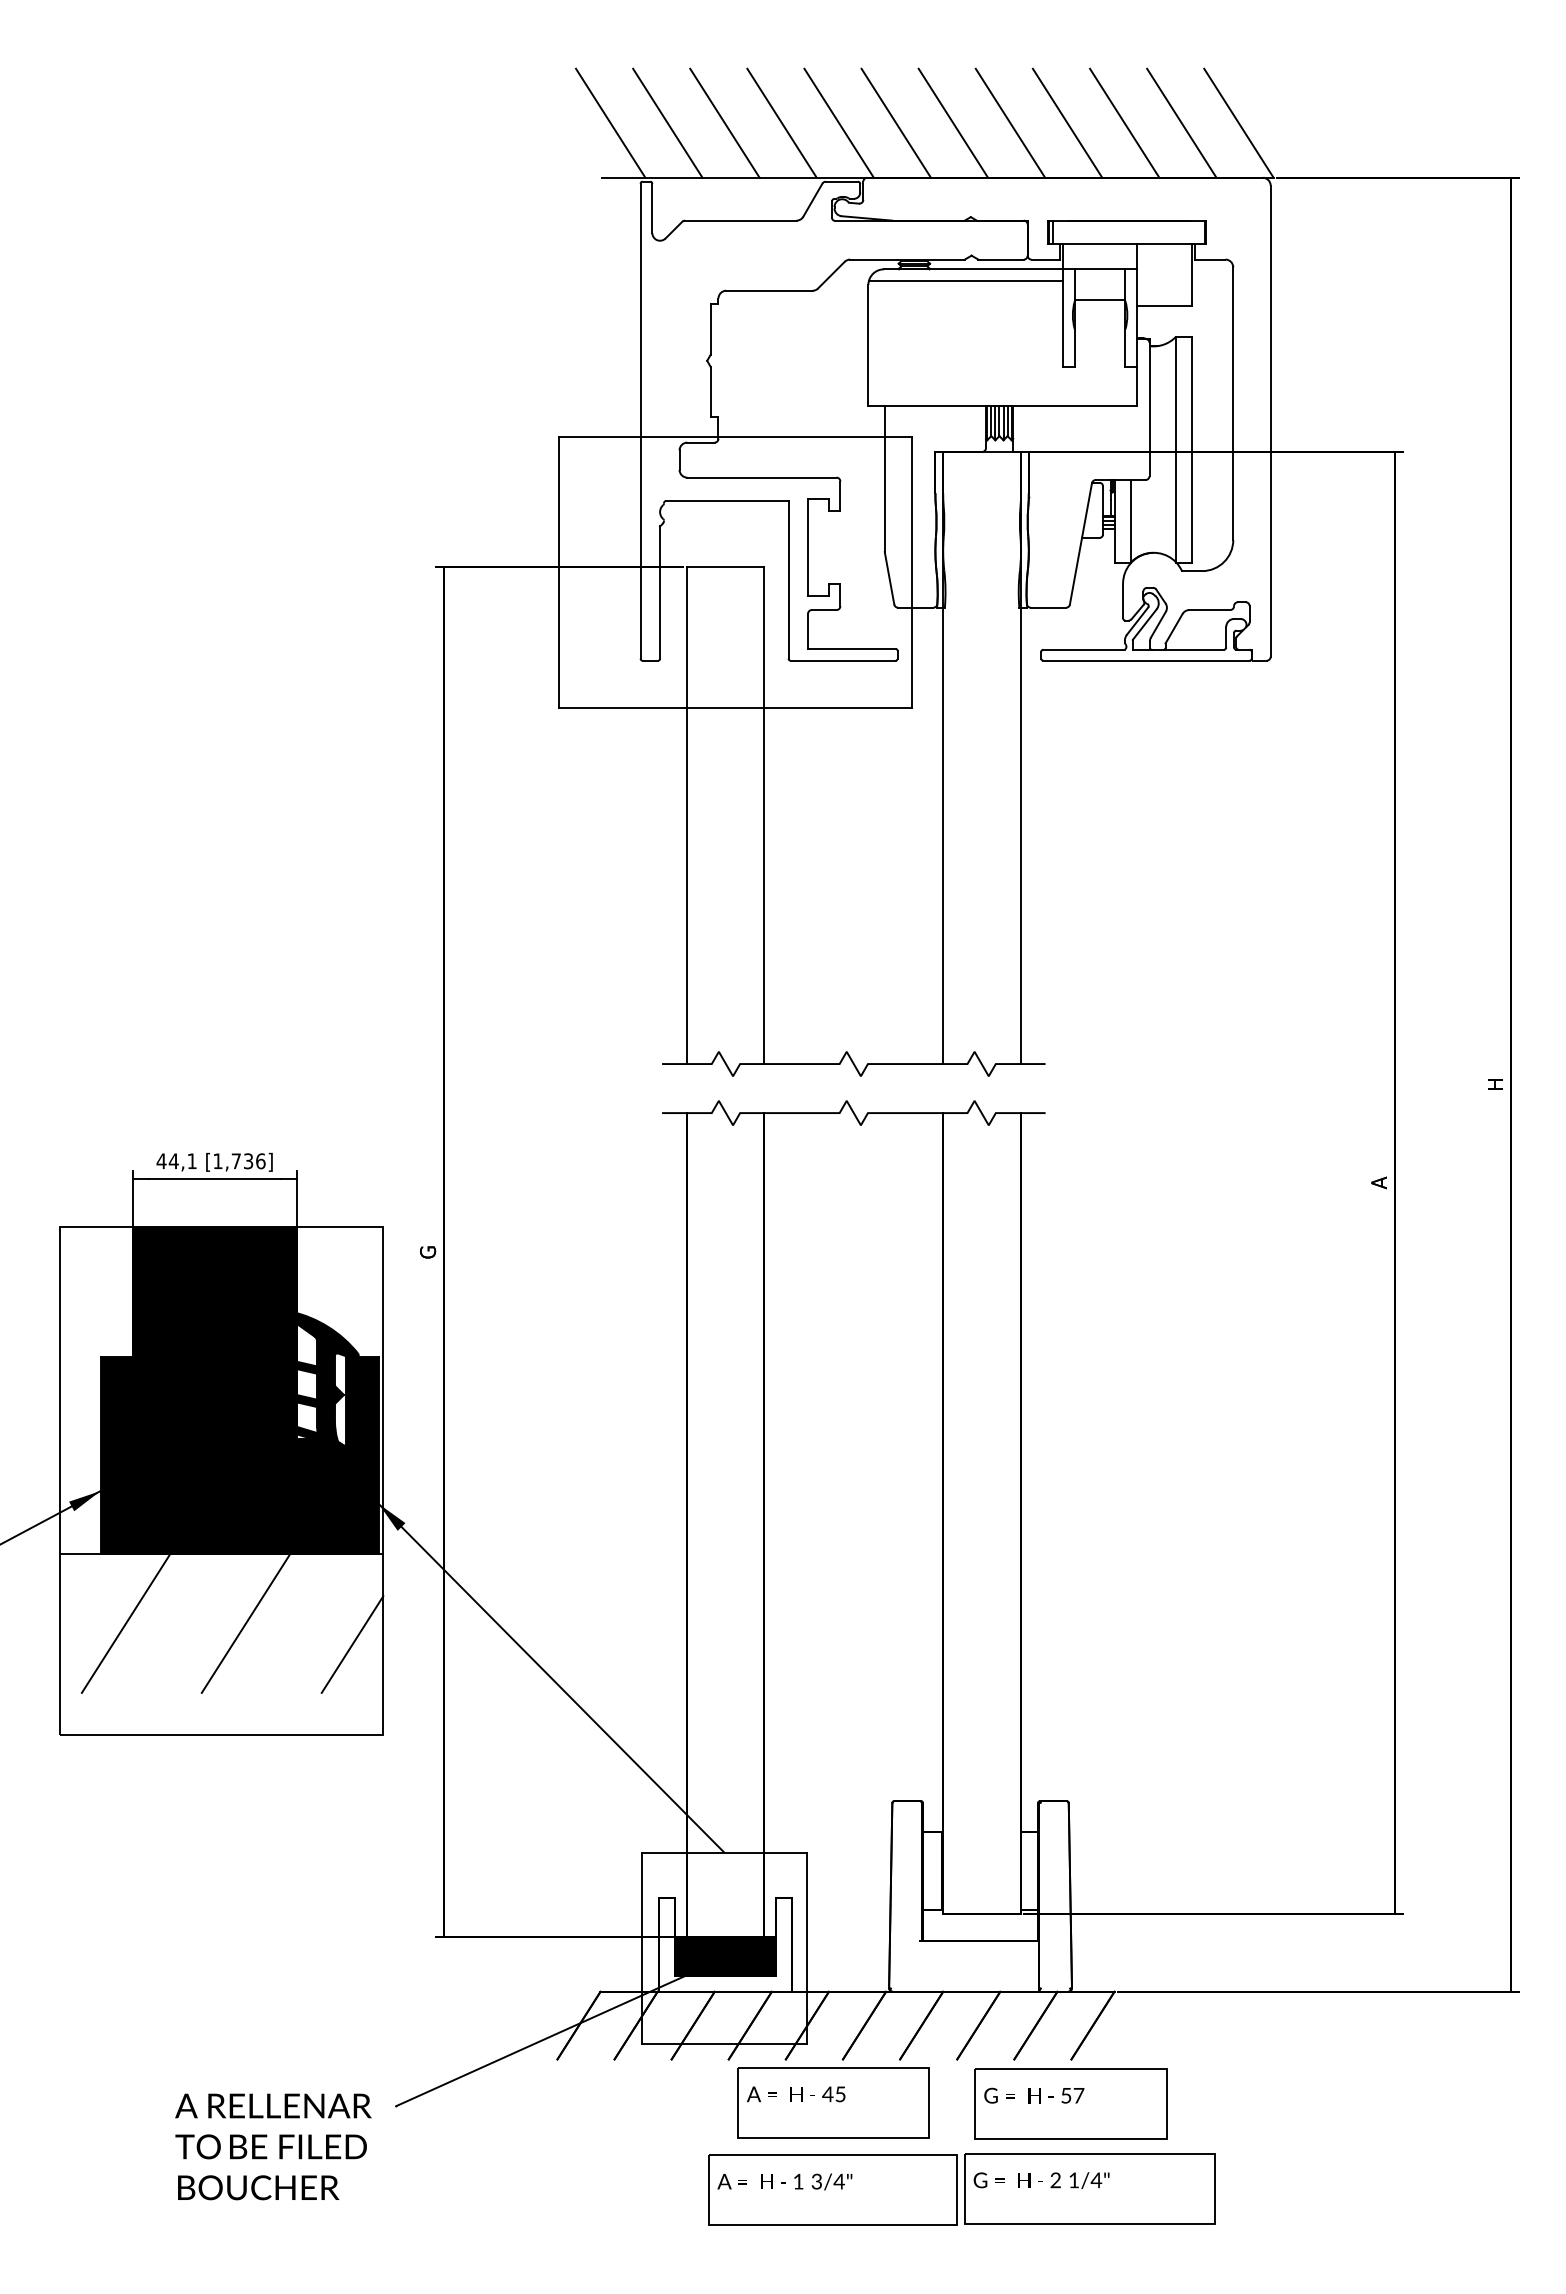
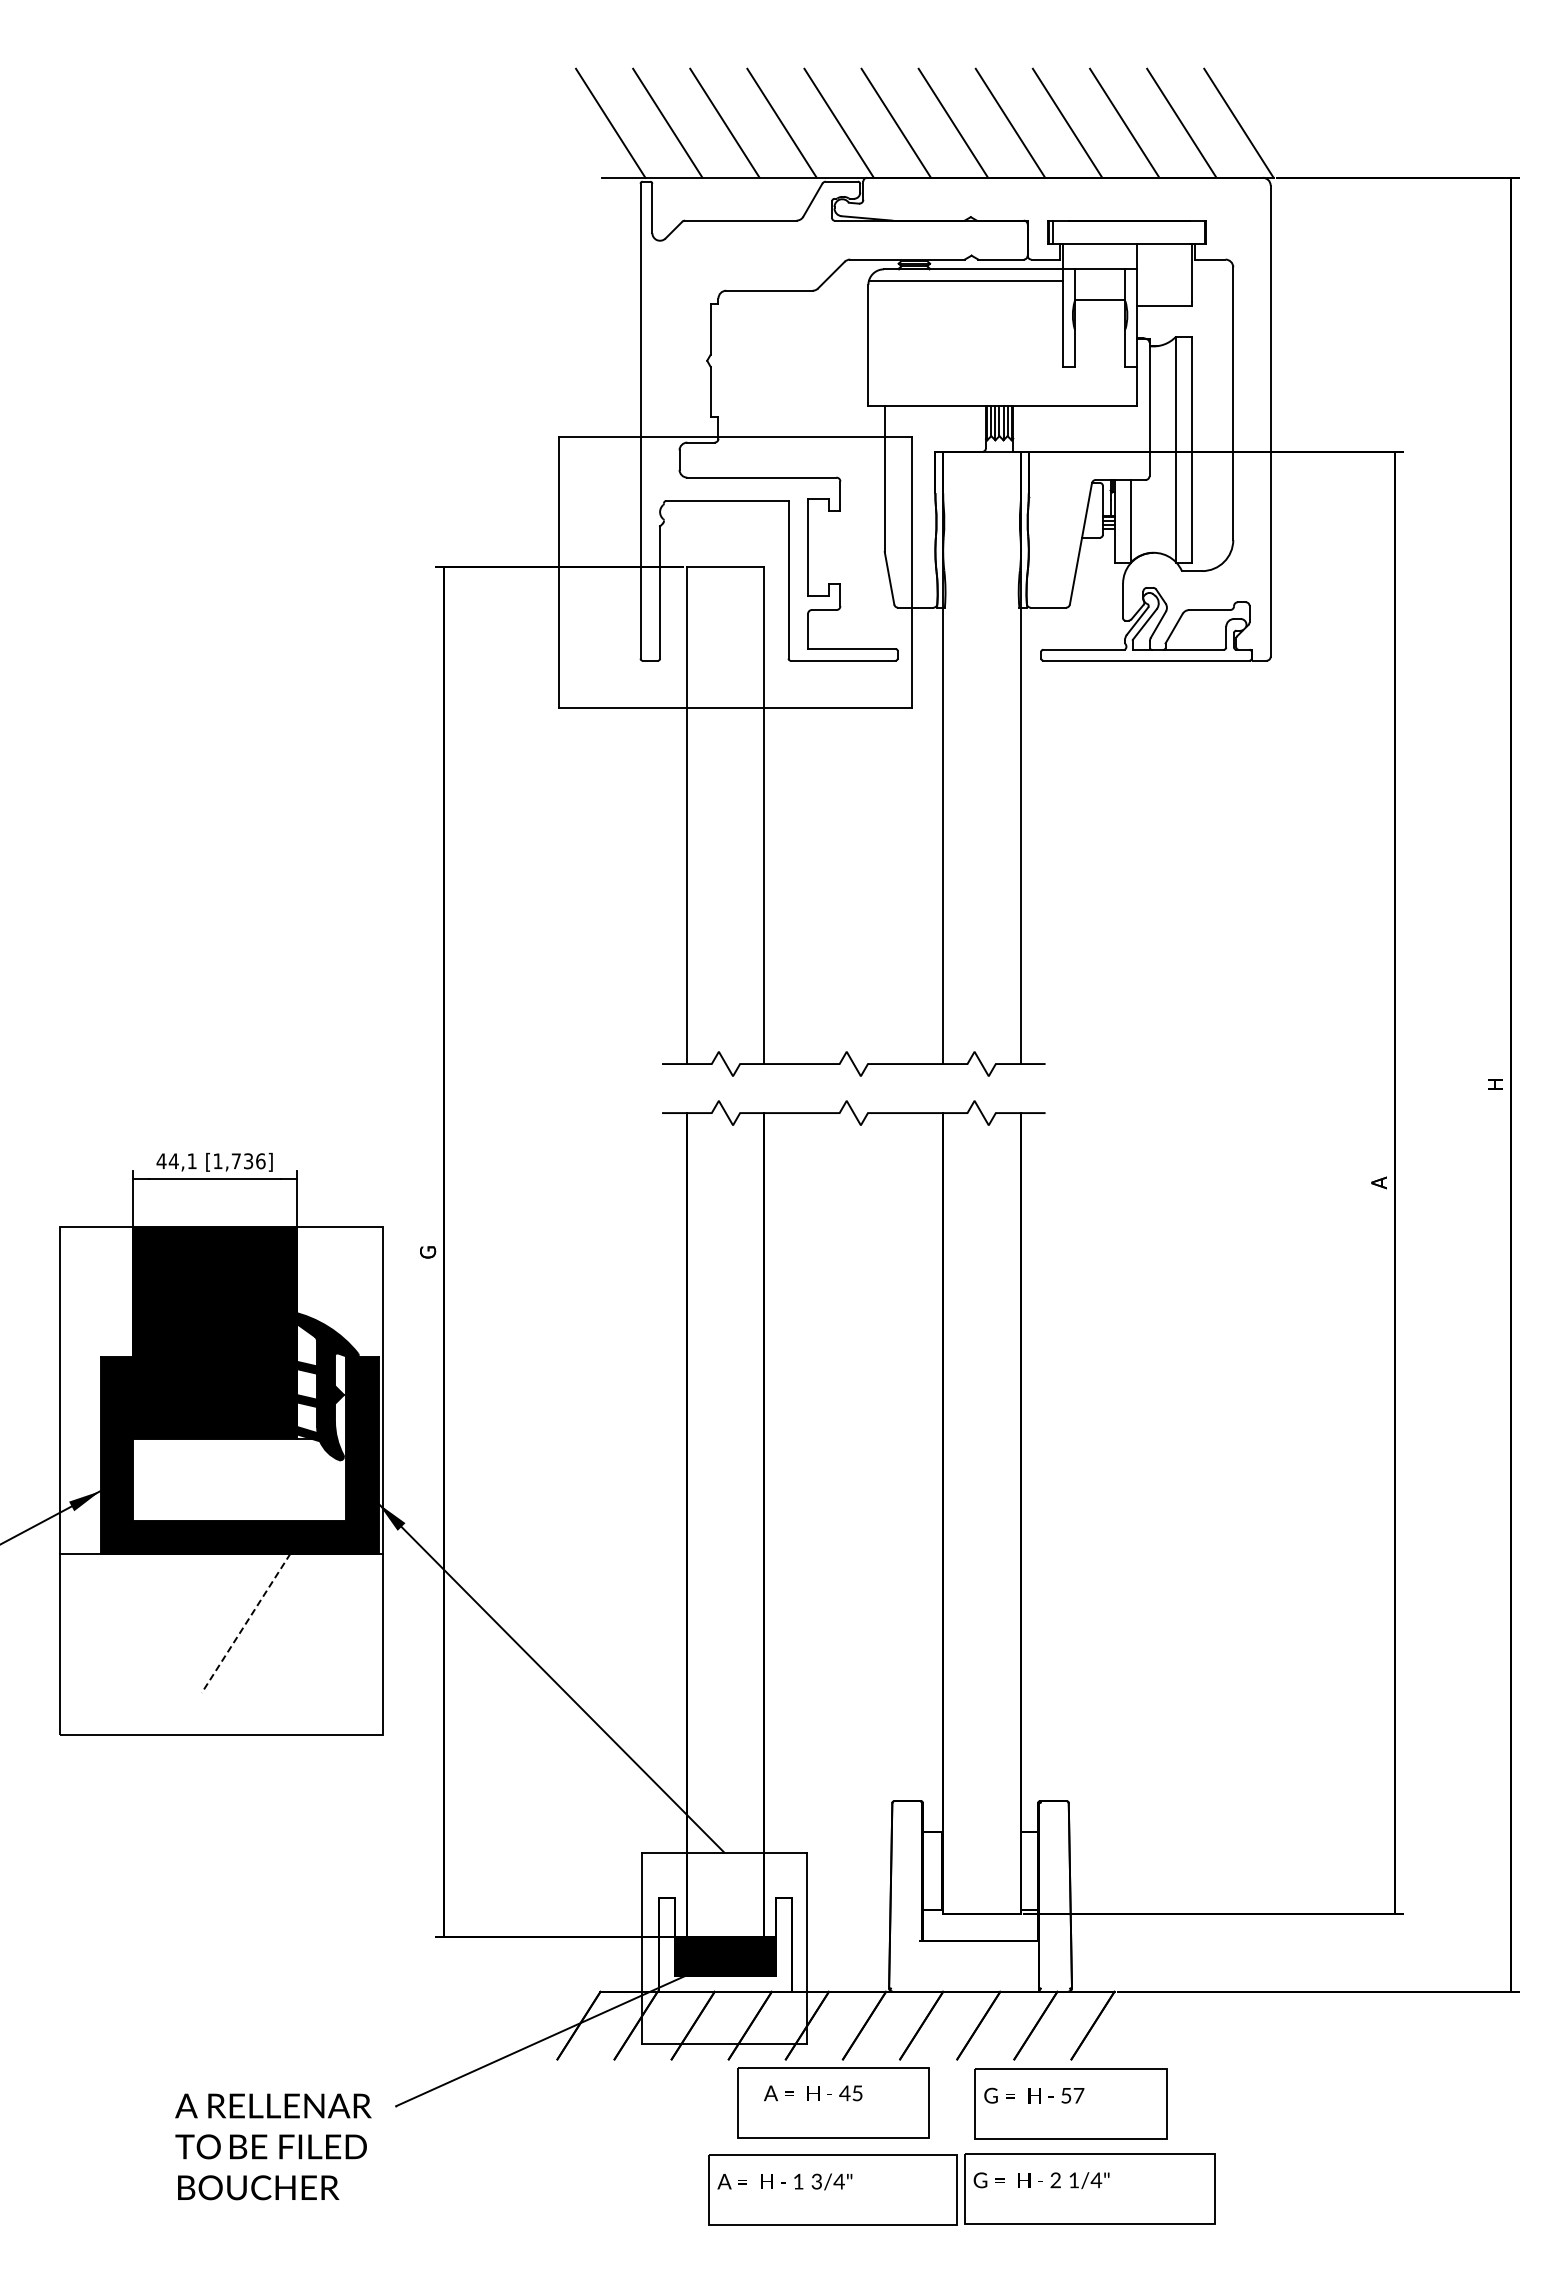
fill at (239, 1479): present -> none
line at (125, 1622): present -> none
line at (246, 1623): solid -> dashed
line at (352, 1644): present -> none
text at (796, 2094) position: (796, 2094) -> (813, 2093)
